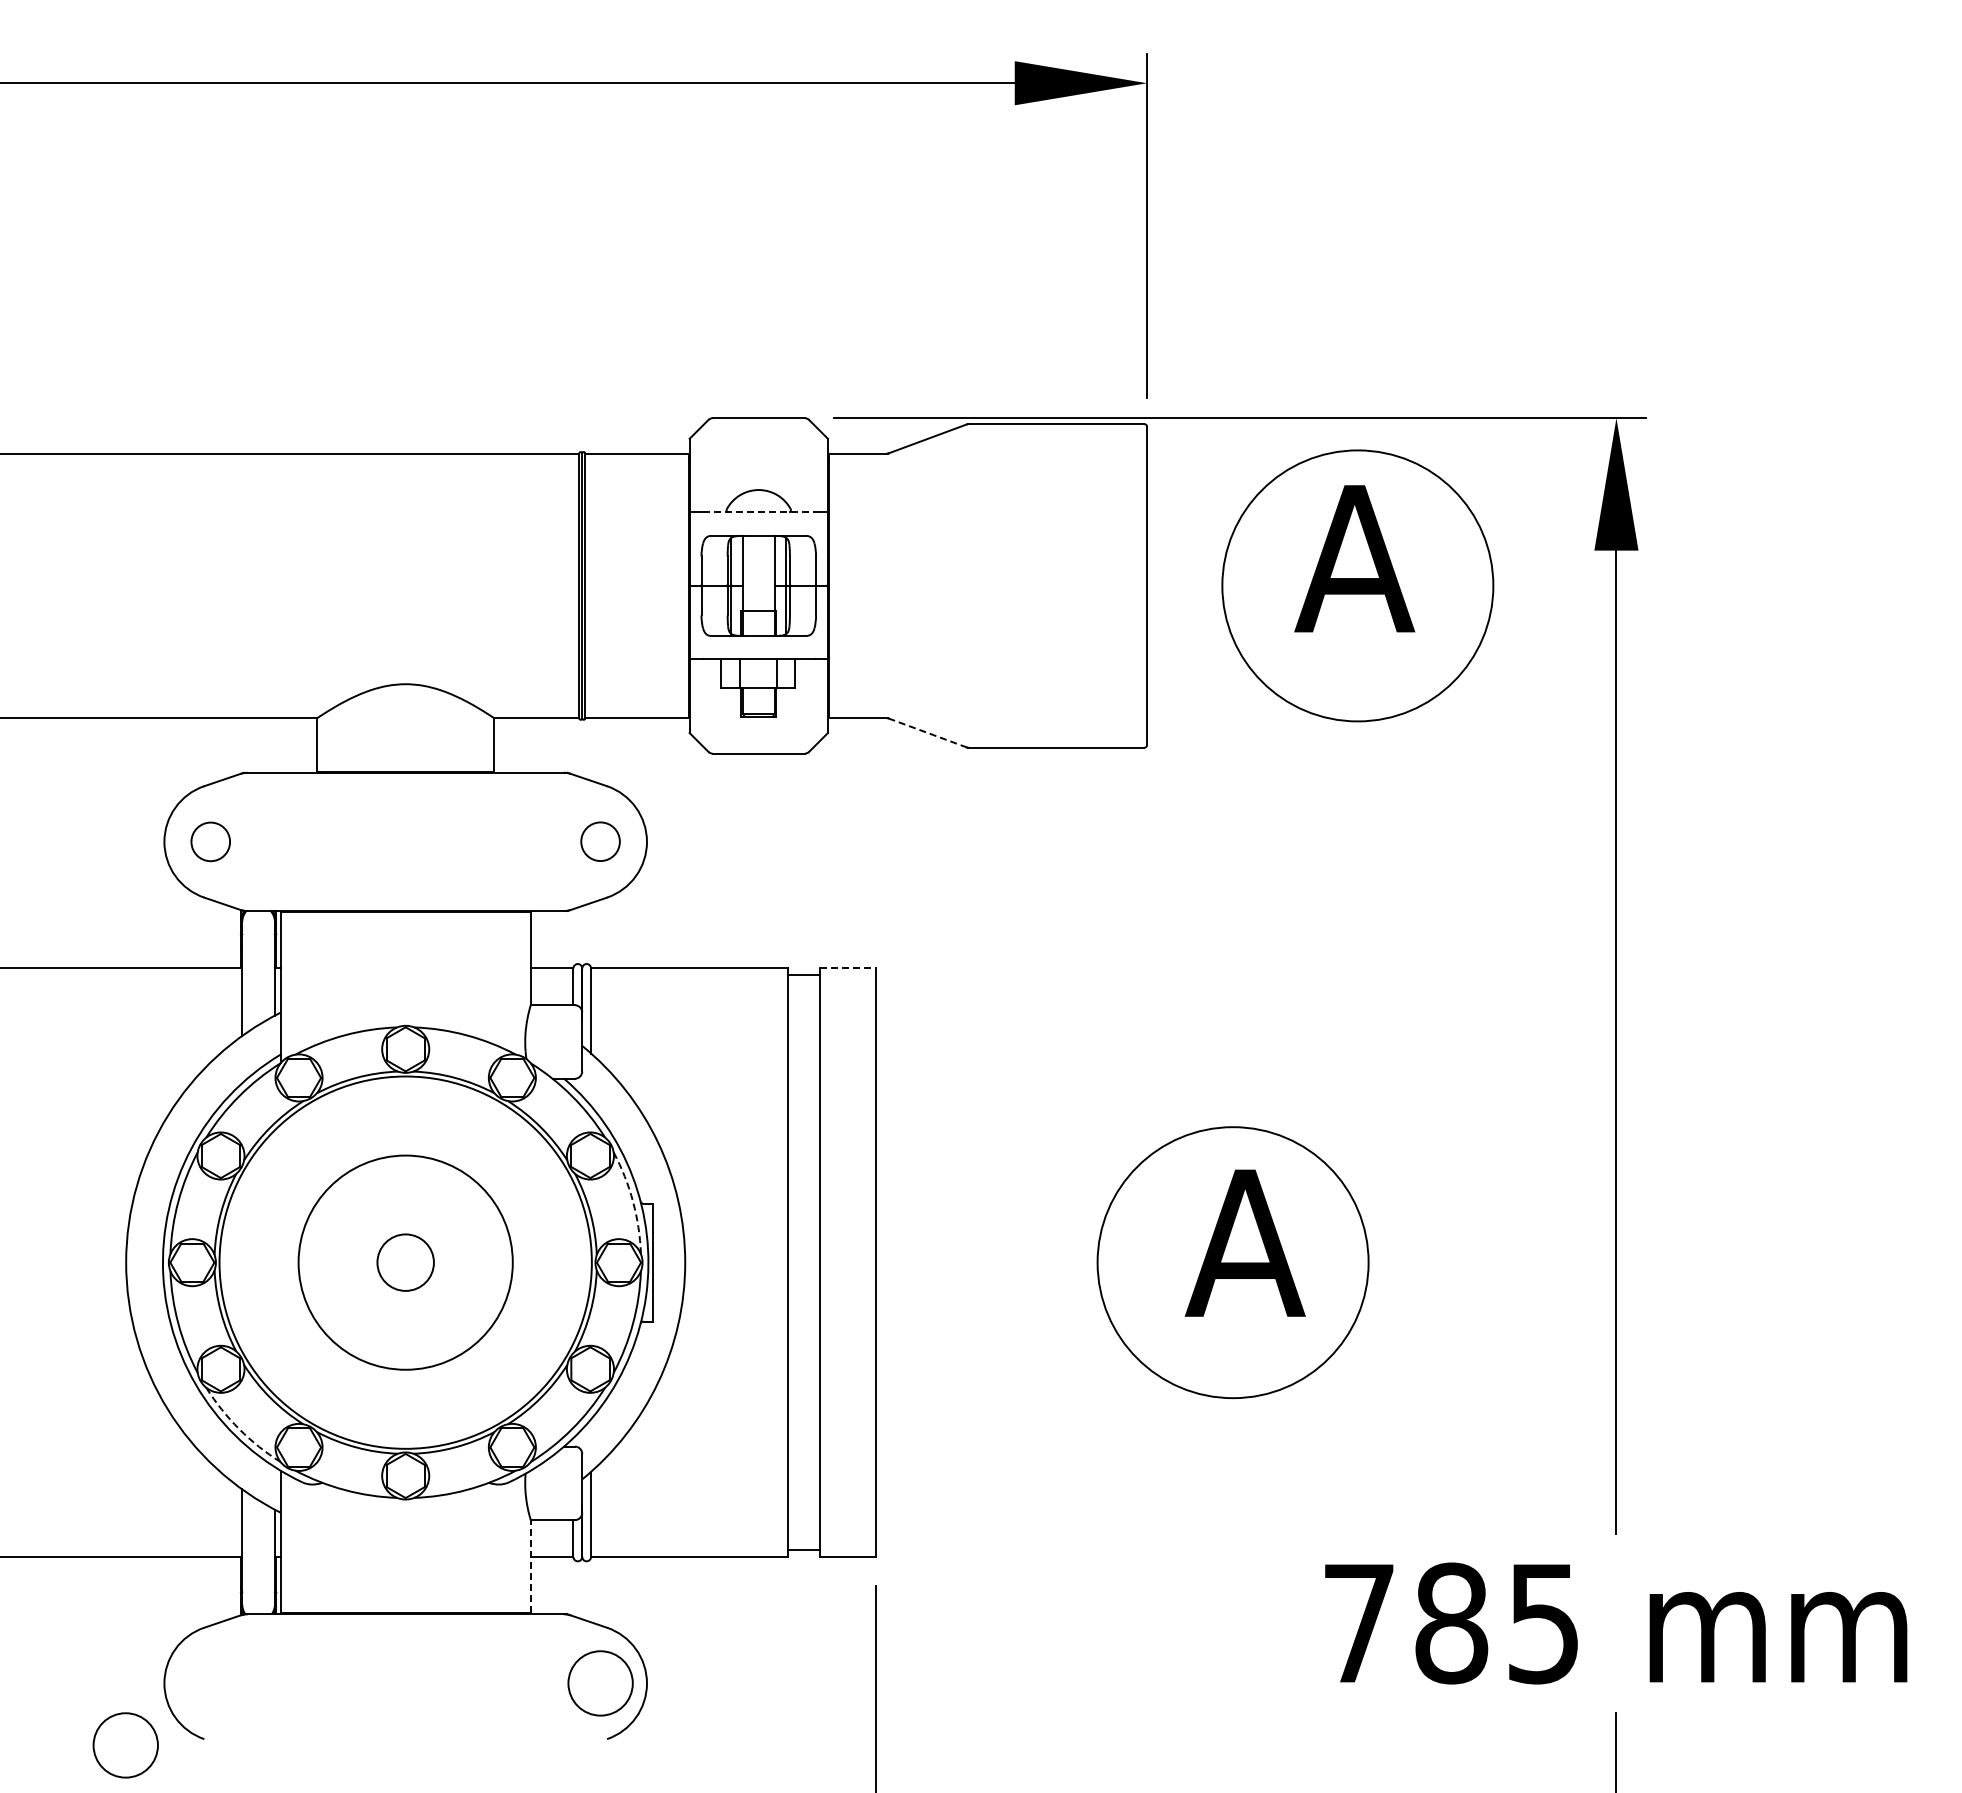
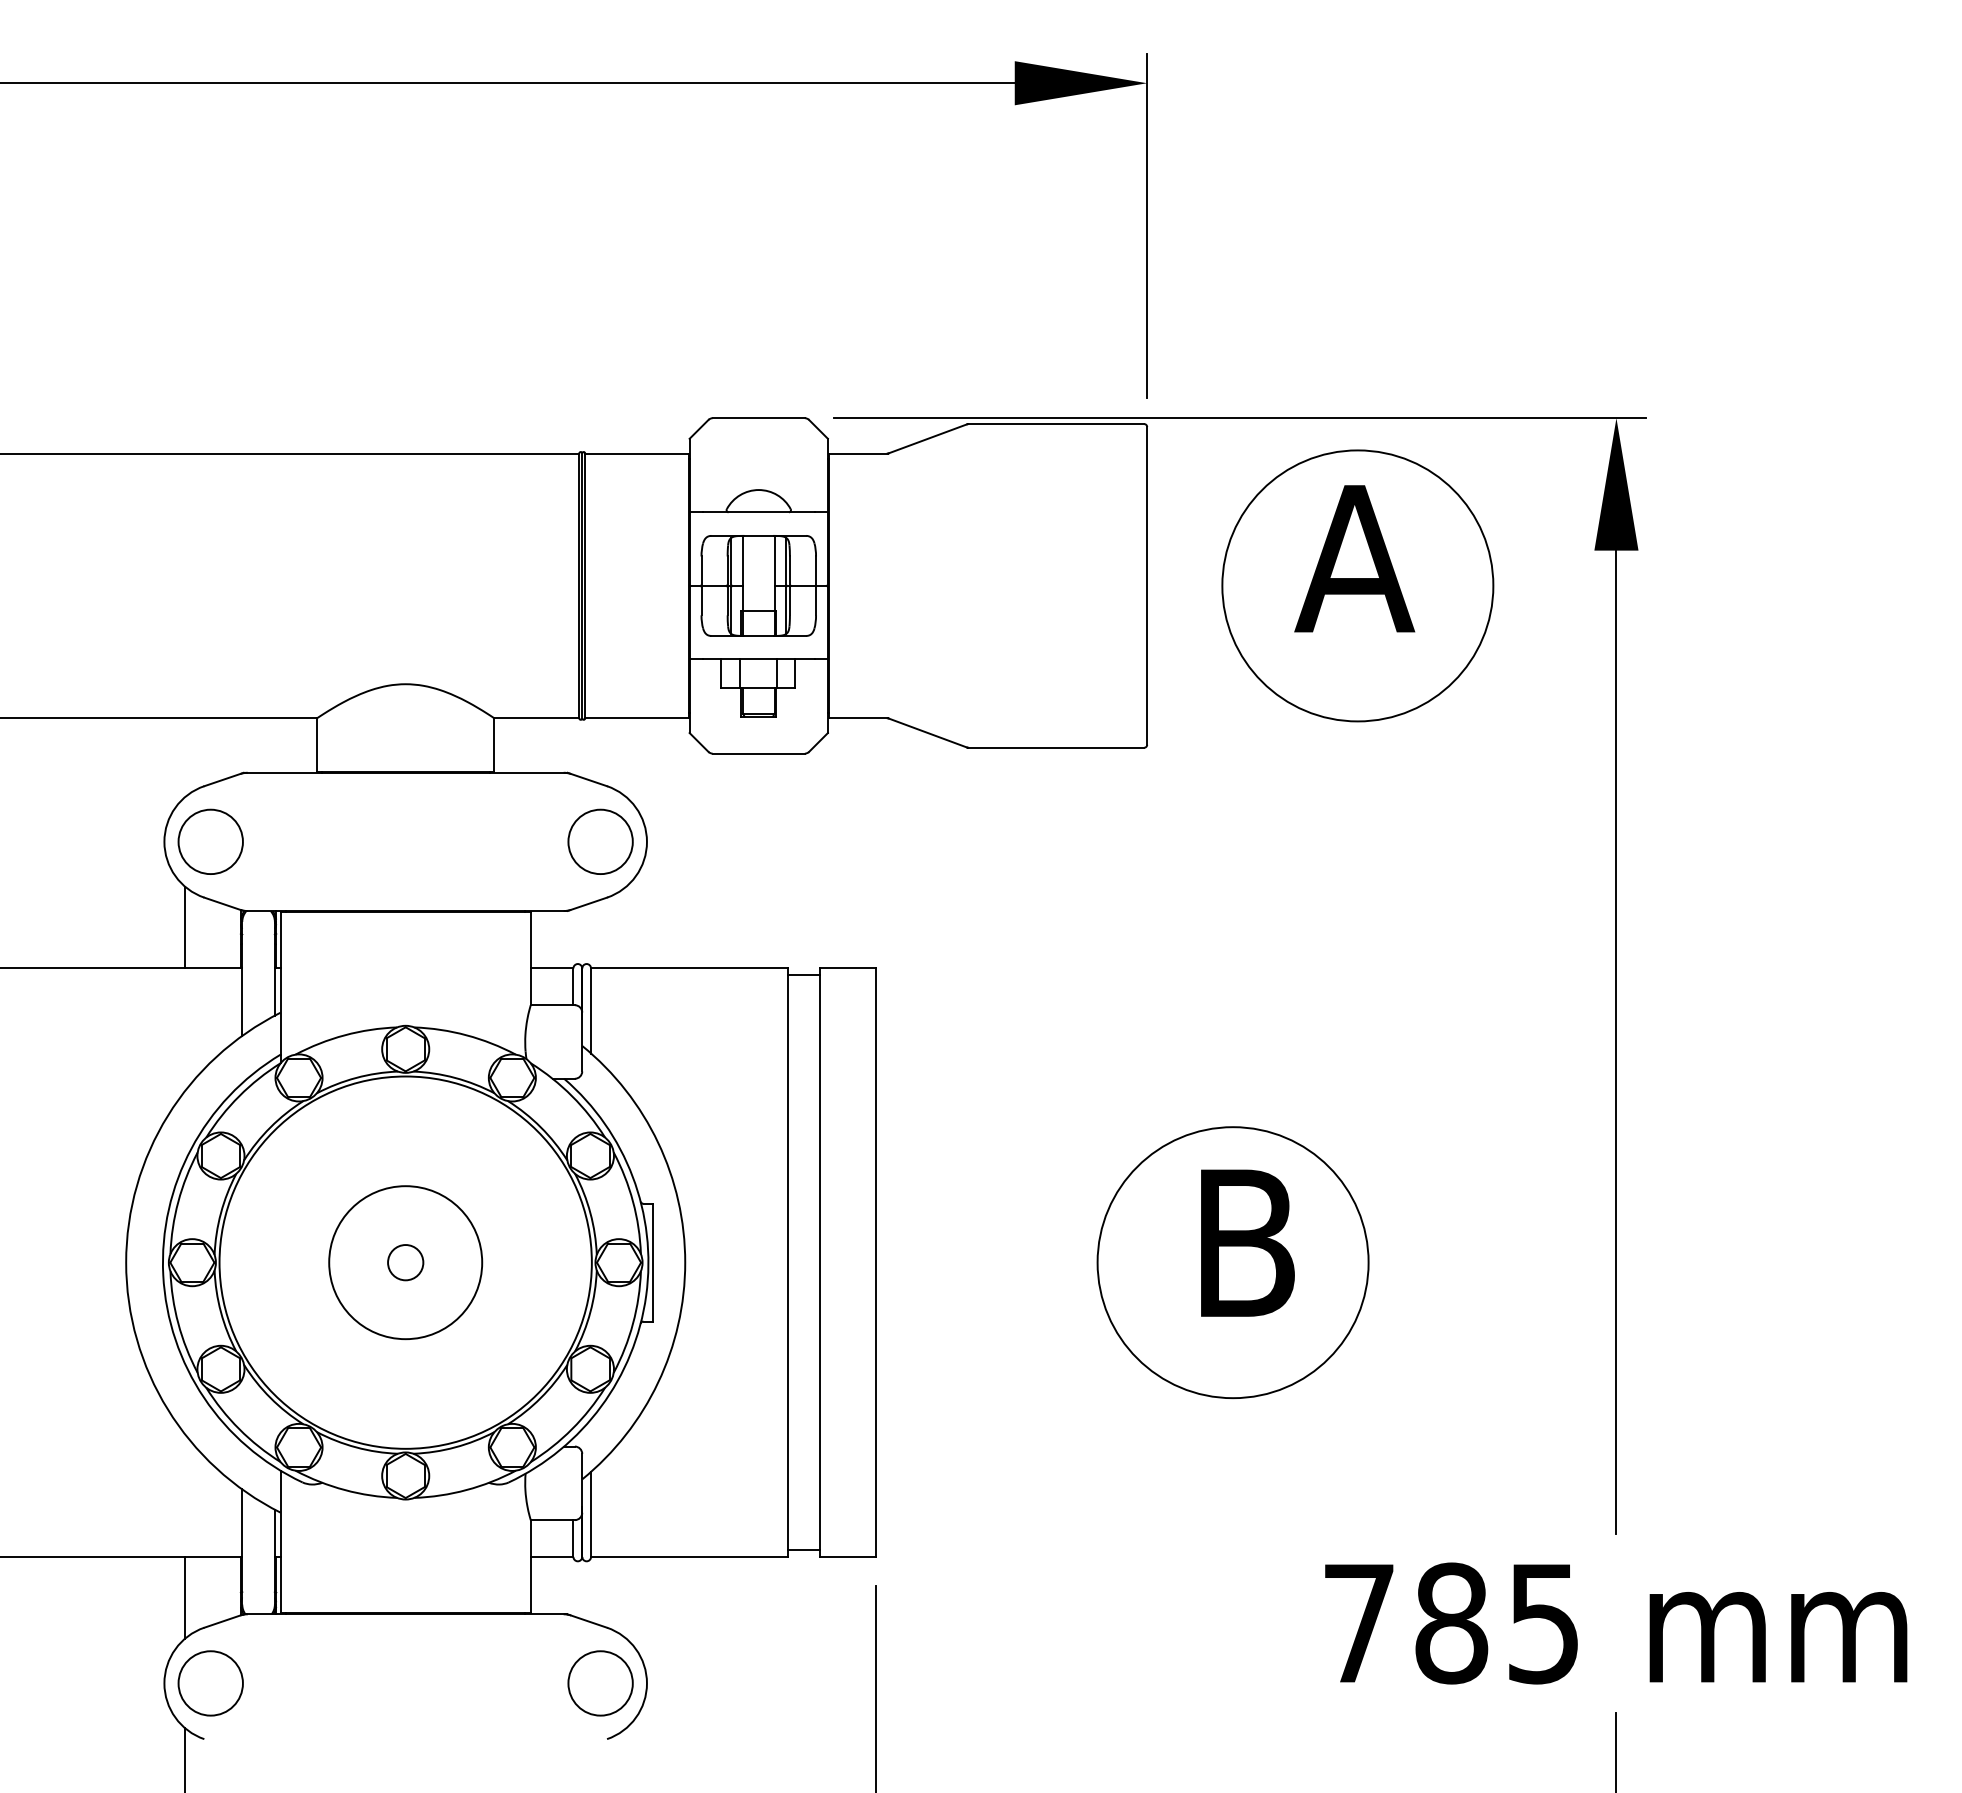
line at (758, 512): dashed -> solid
line at (927, 733): dashed -> solid
circle at (210, 841) diameter: 39 px -> 64 px
circle at (600, 841) size: 41x41 px -> 67x67 px
line at (185, 927): none -> present
line at (848, 968): dashed -> solid
arc at (633, 1201): dashed -> solid
text at (1244, 1242): A -> B
circle at (405, 1262) diameter: 214 px -> 153 px
circle at (405, 1262) diameter: 56 px -> 35 px
arc at (239, 1429): dashed -> solid
line at (530, 1566): dashed -> solid
line at (185, 1597): none -> present
circle at (125, 1745) position: (125, 1745) -> (210, 1683)
line at (185, 1758): none -> present
